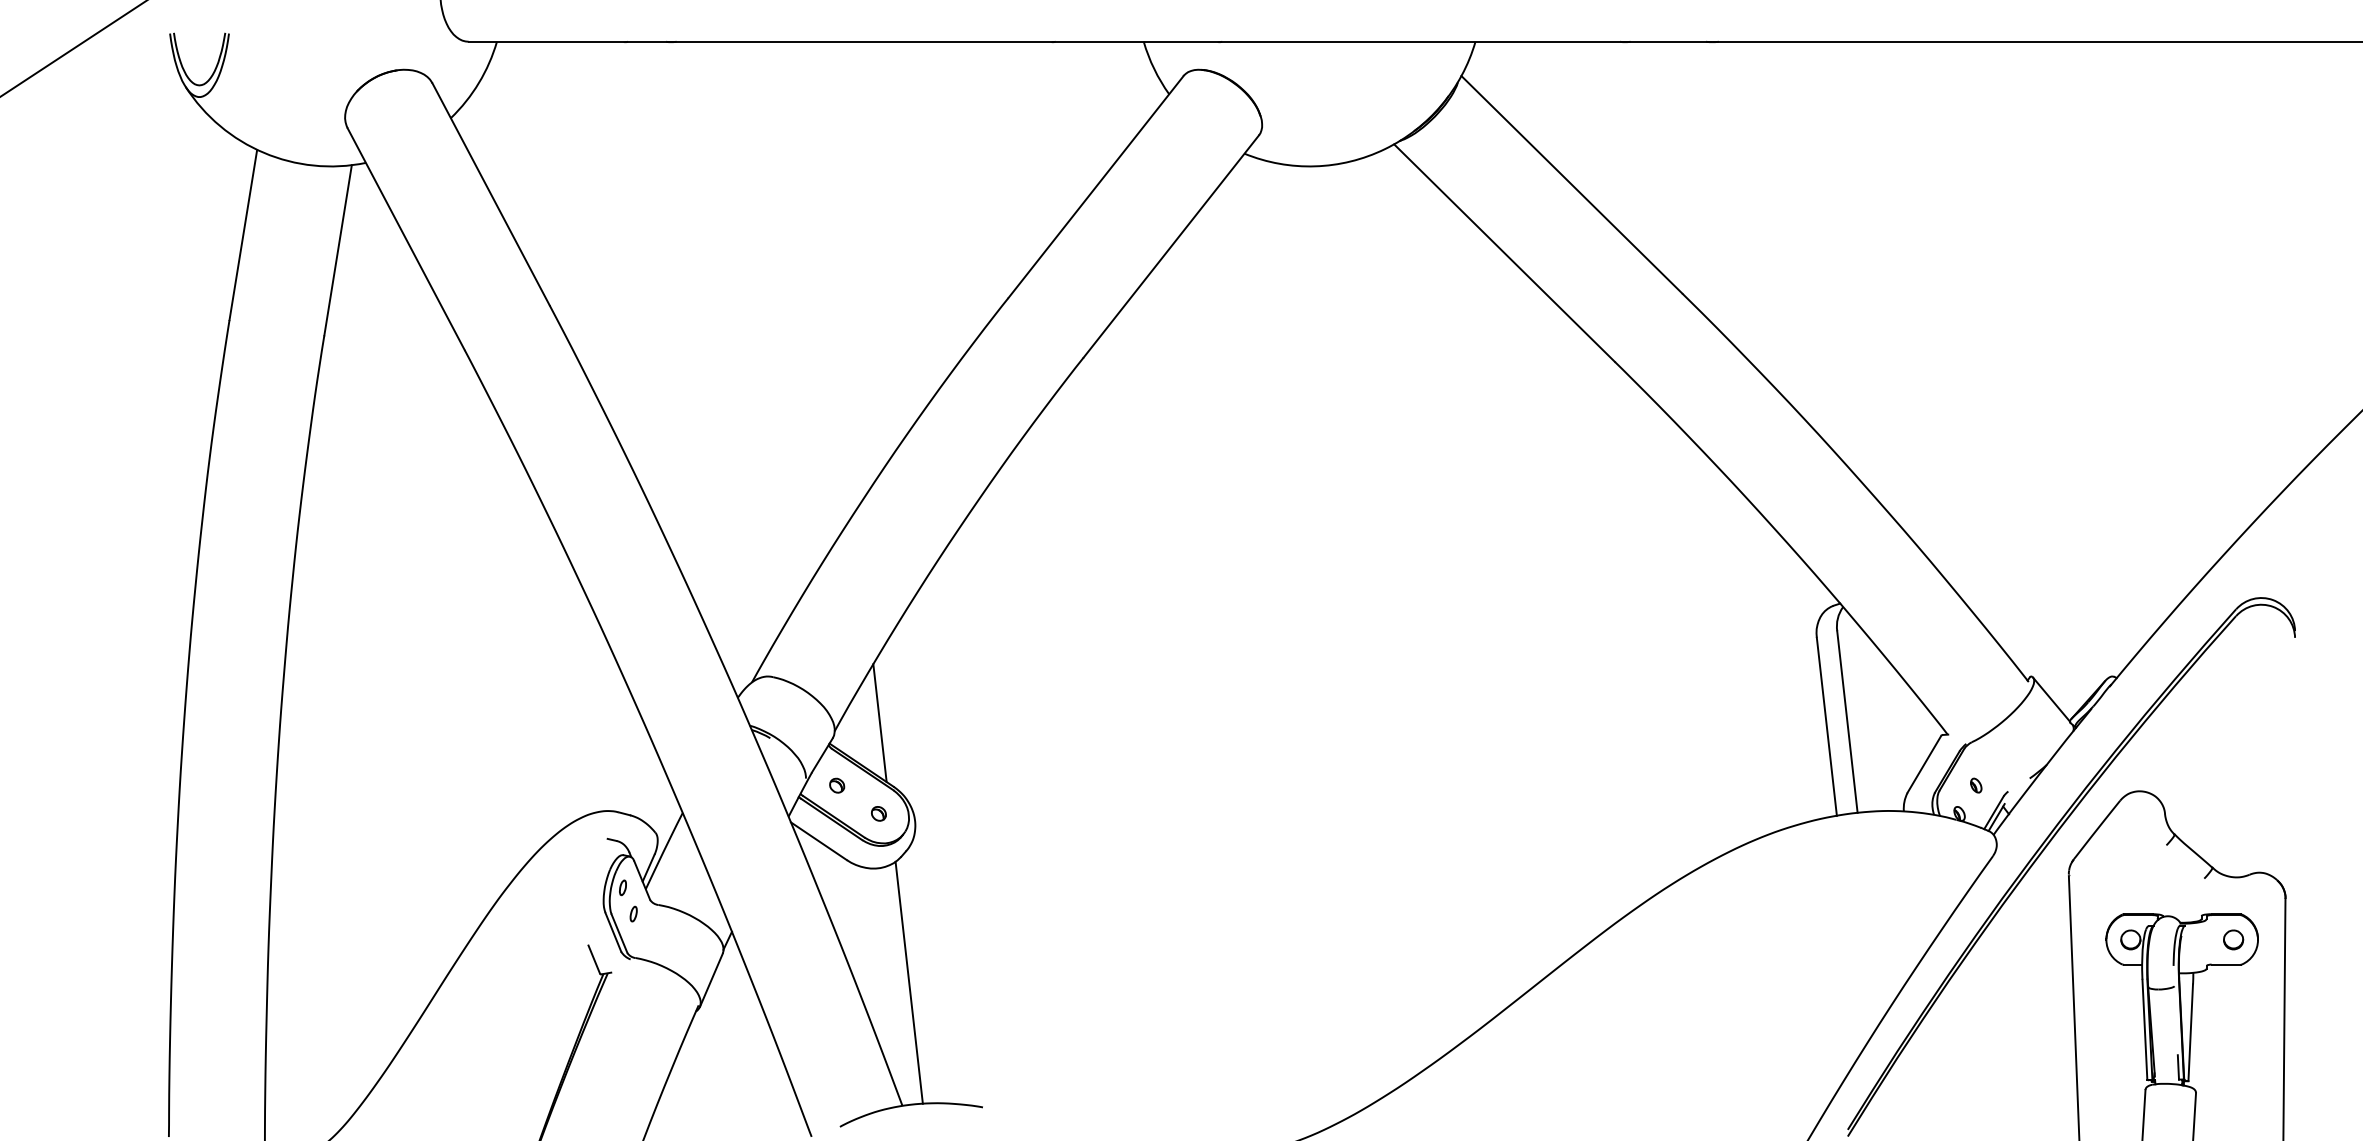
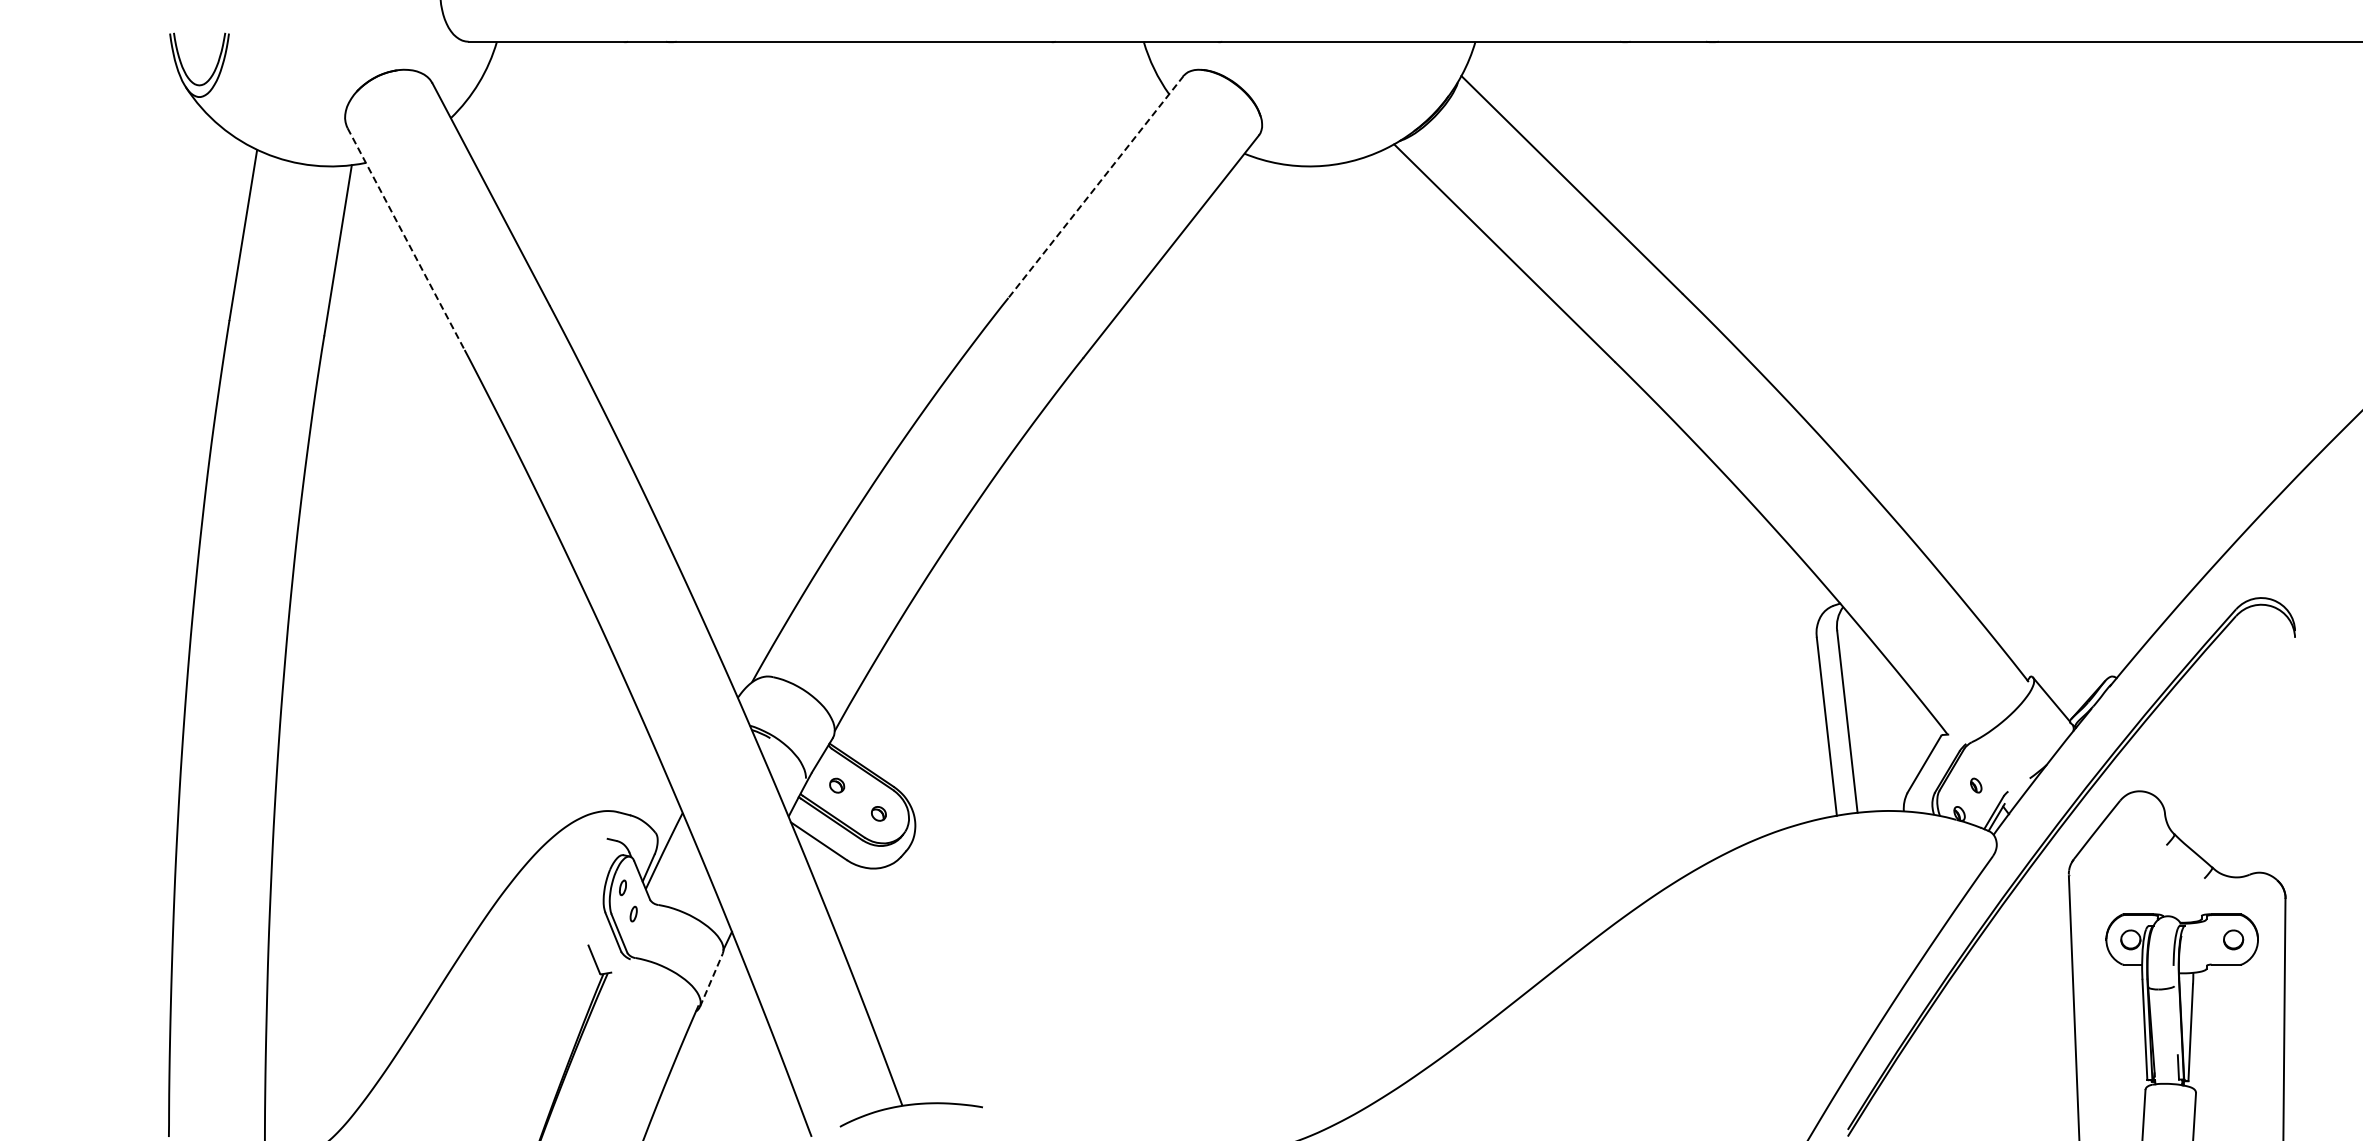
line at (73, 48): present -> none
line at (1095, 187): solid -> dashed
line at (406, 239): solid -> dashed
line at (879, 722): present -> none
line at (711, 980): solid -> dashed
line at (908, 982): present -> none
